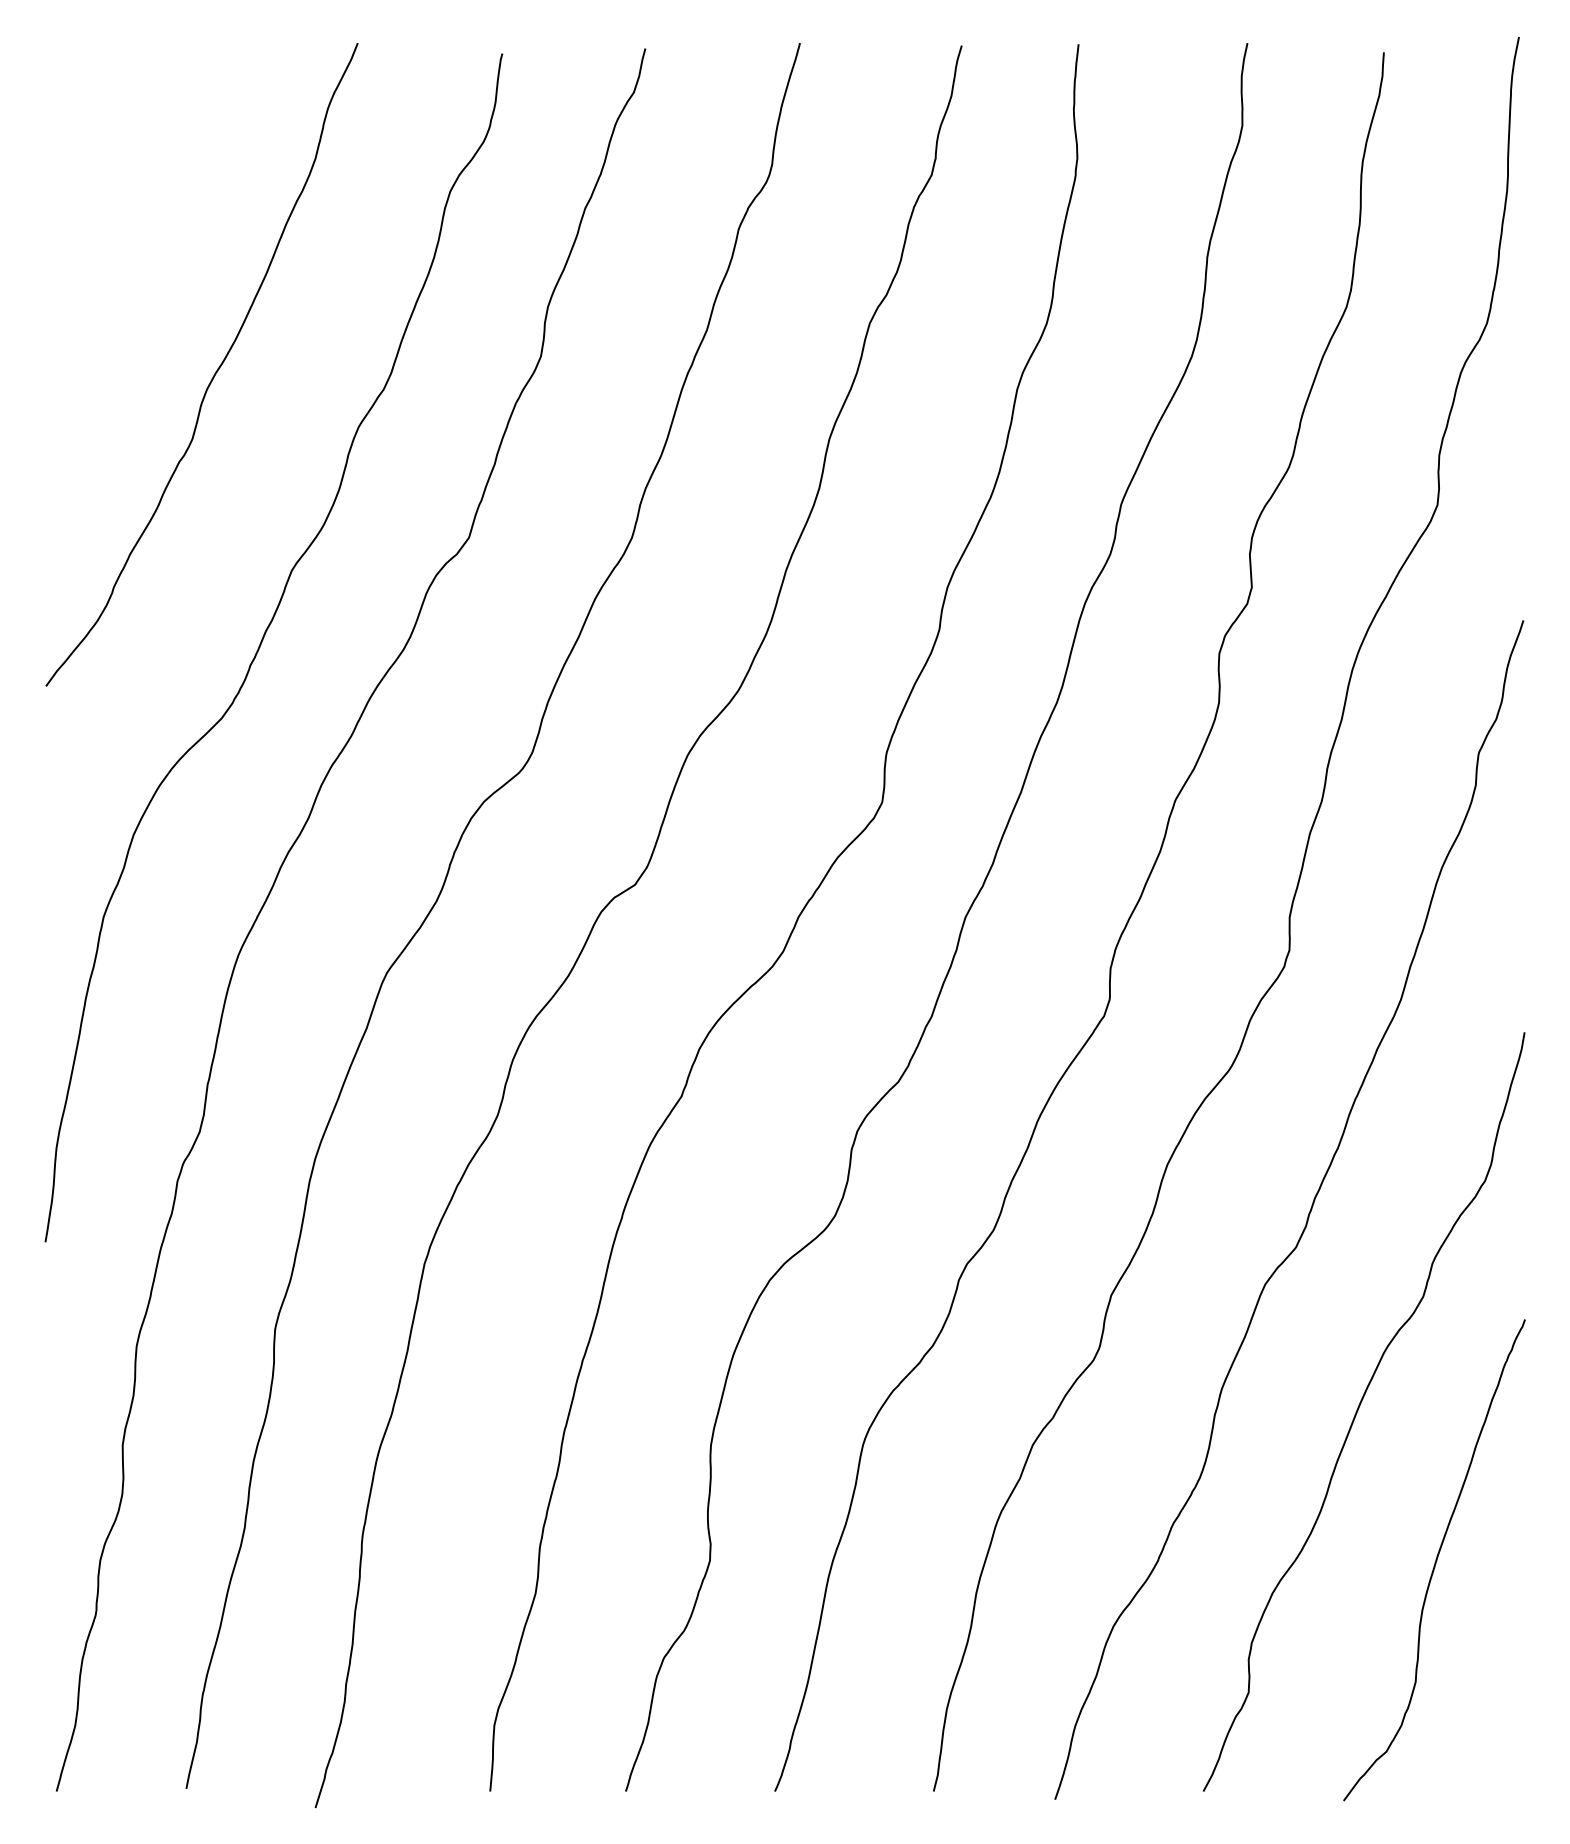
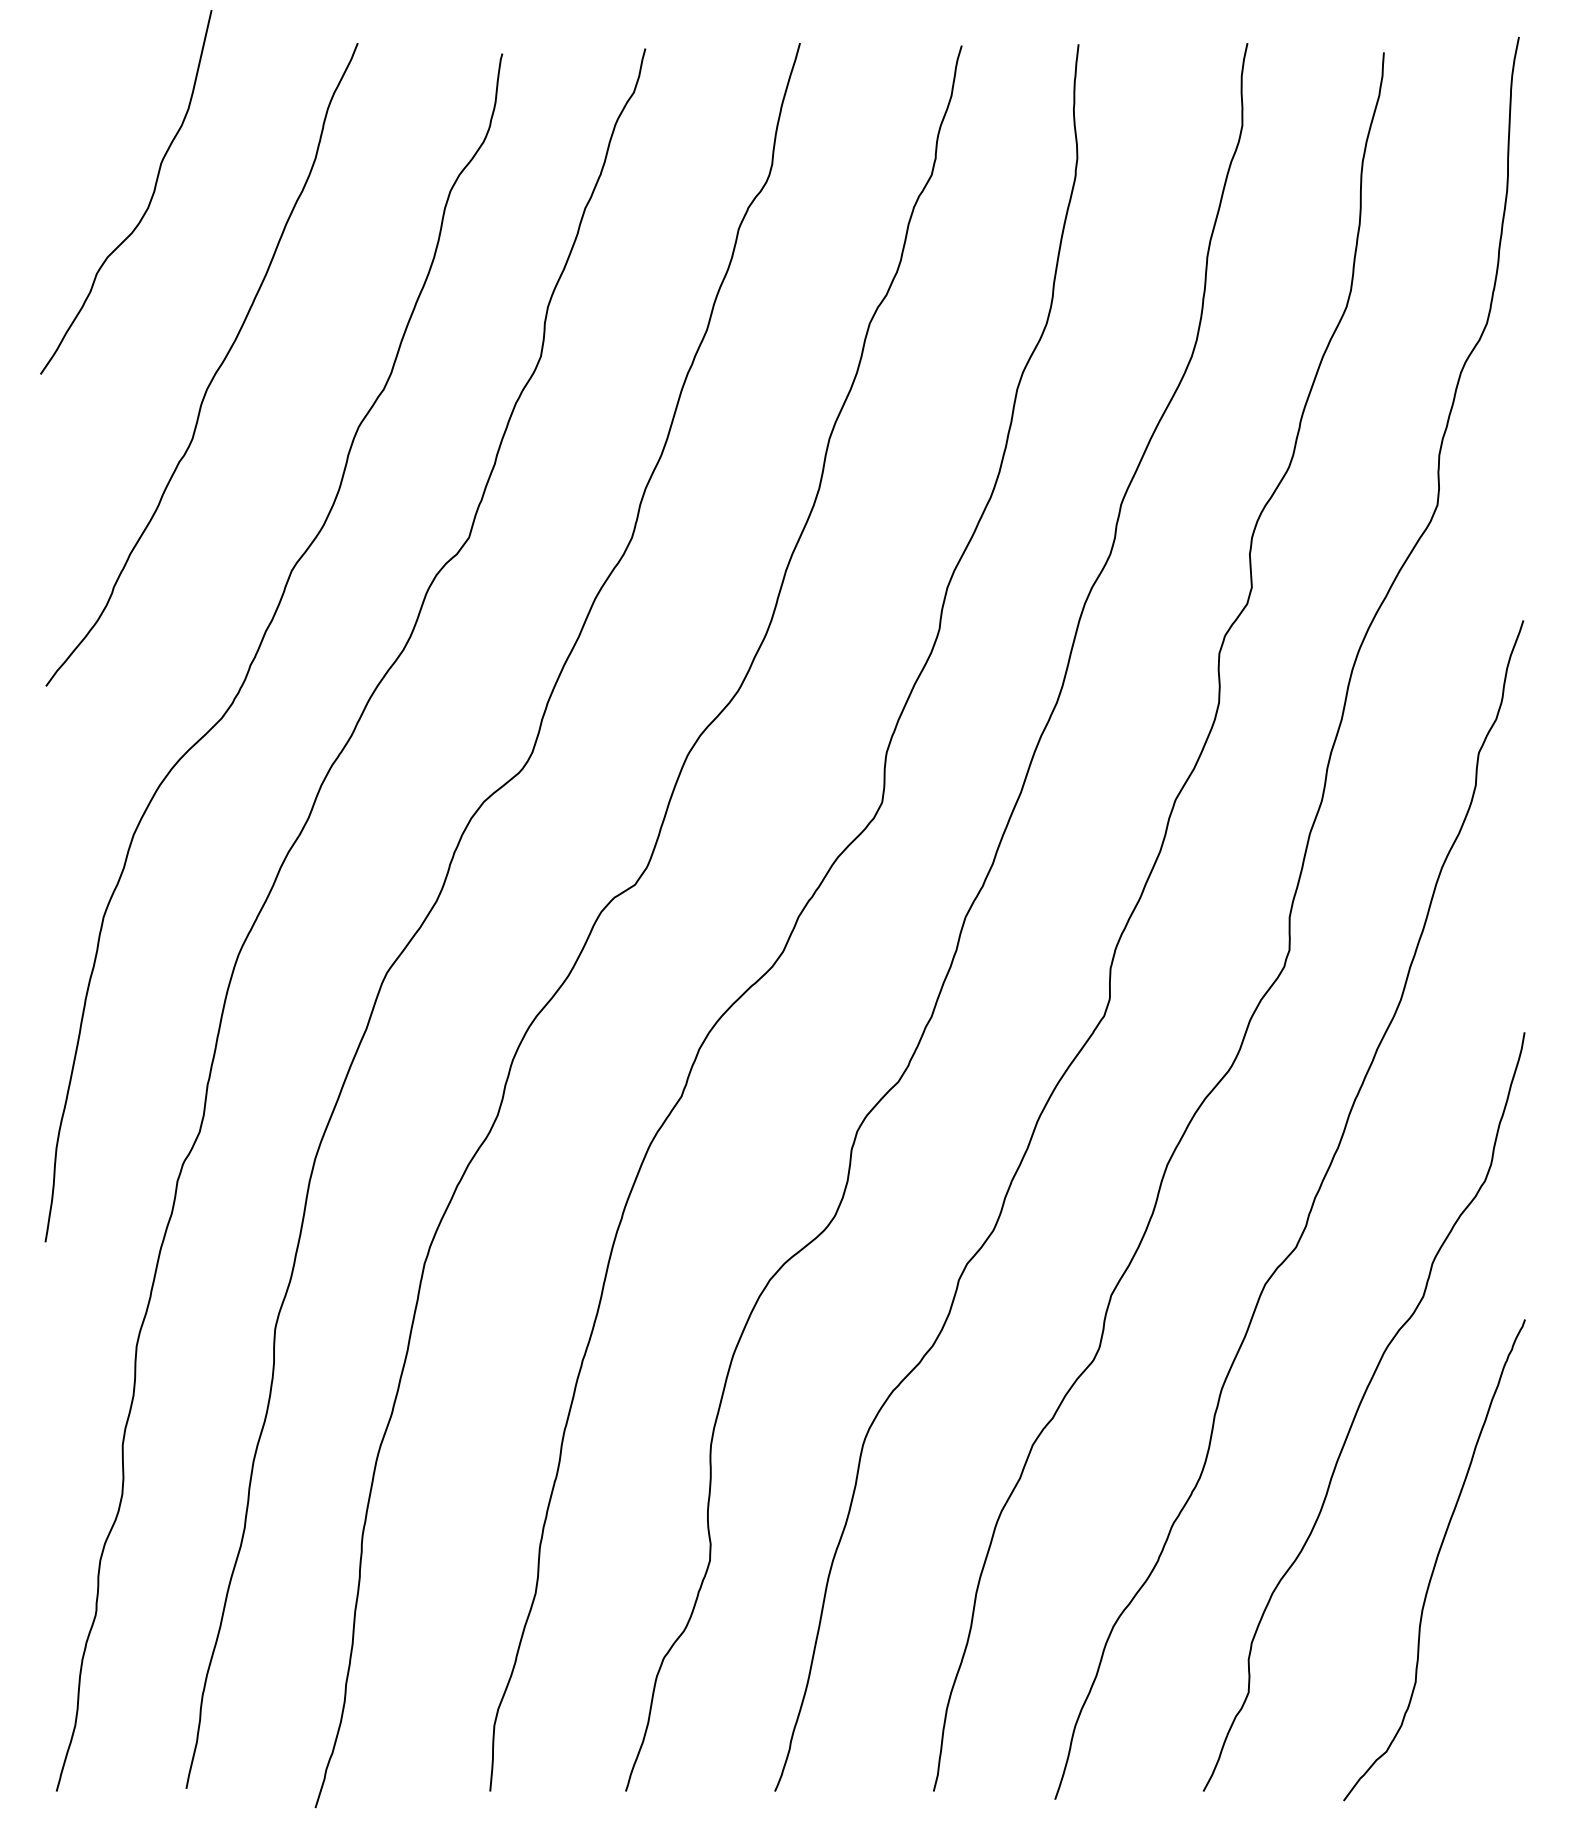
curve at (148, 203): none -> present
